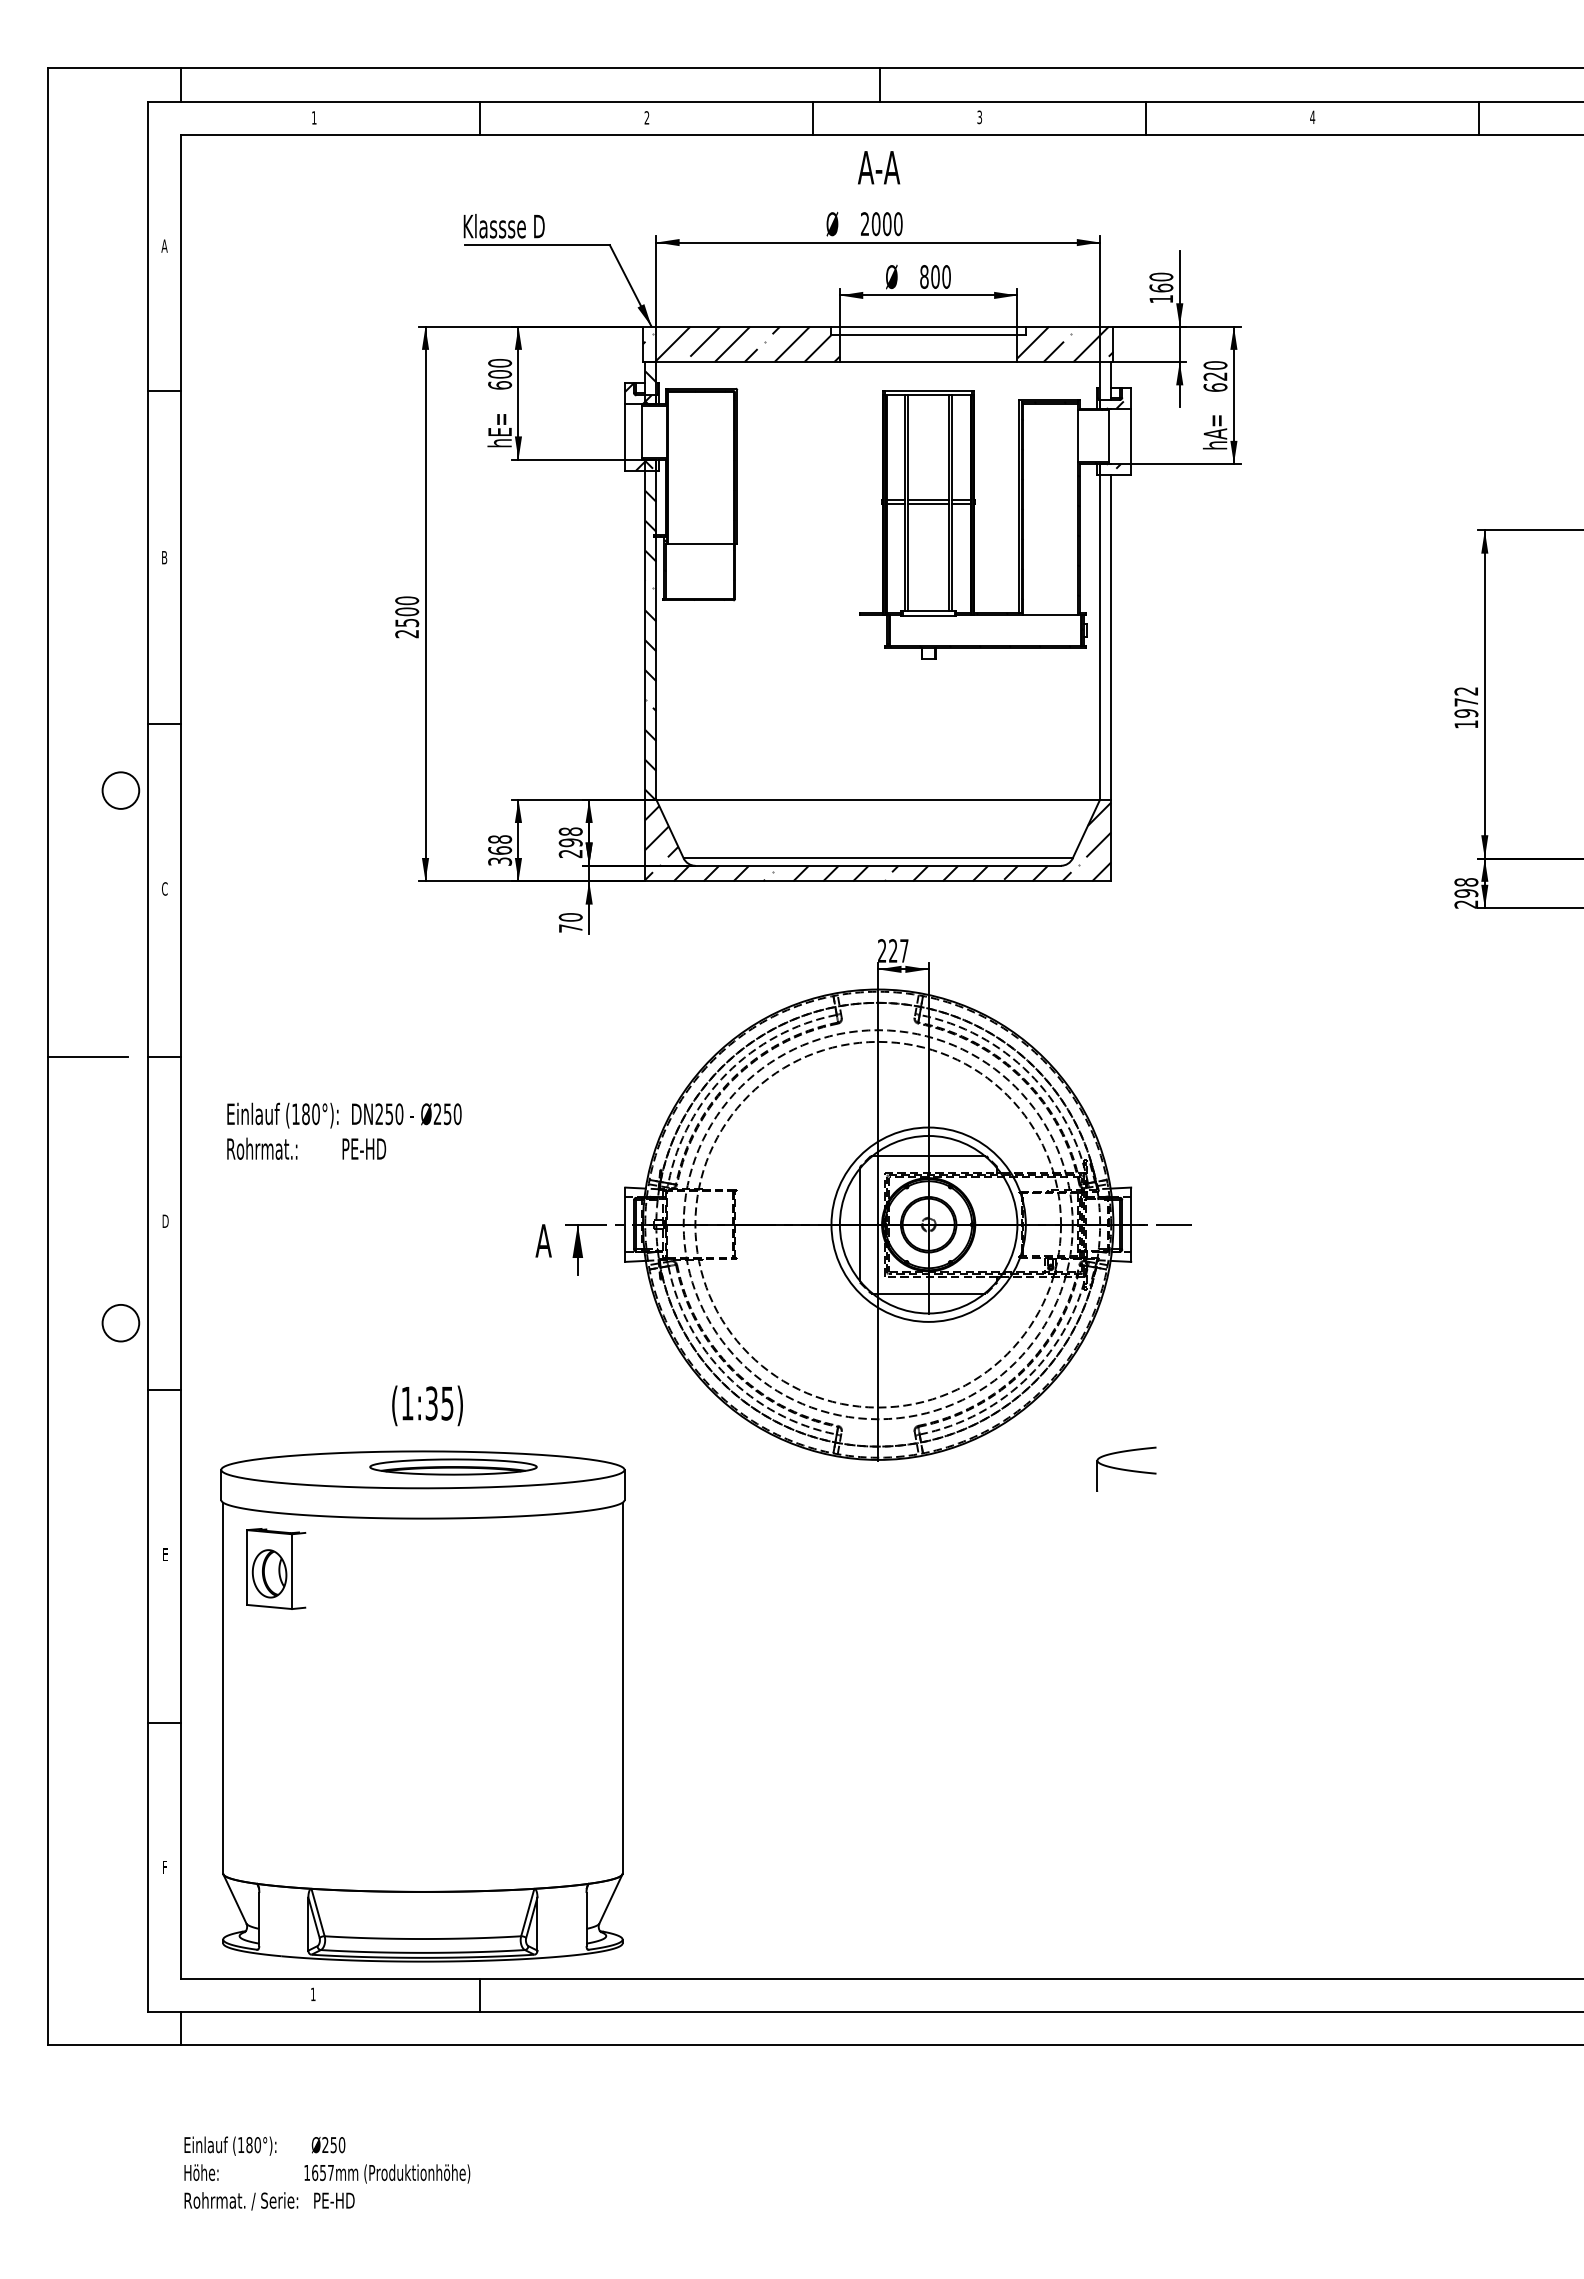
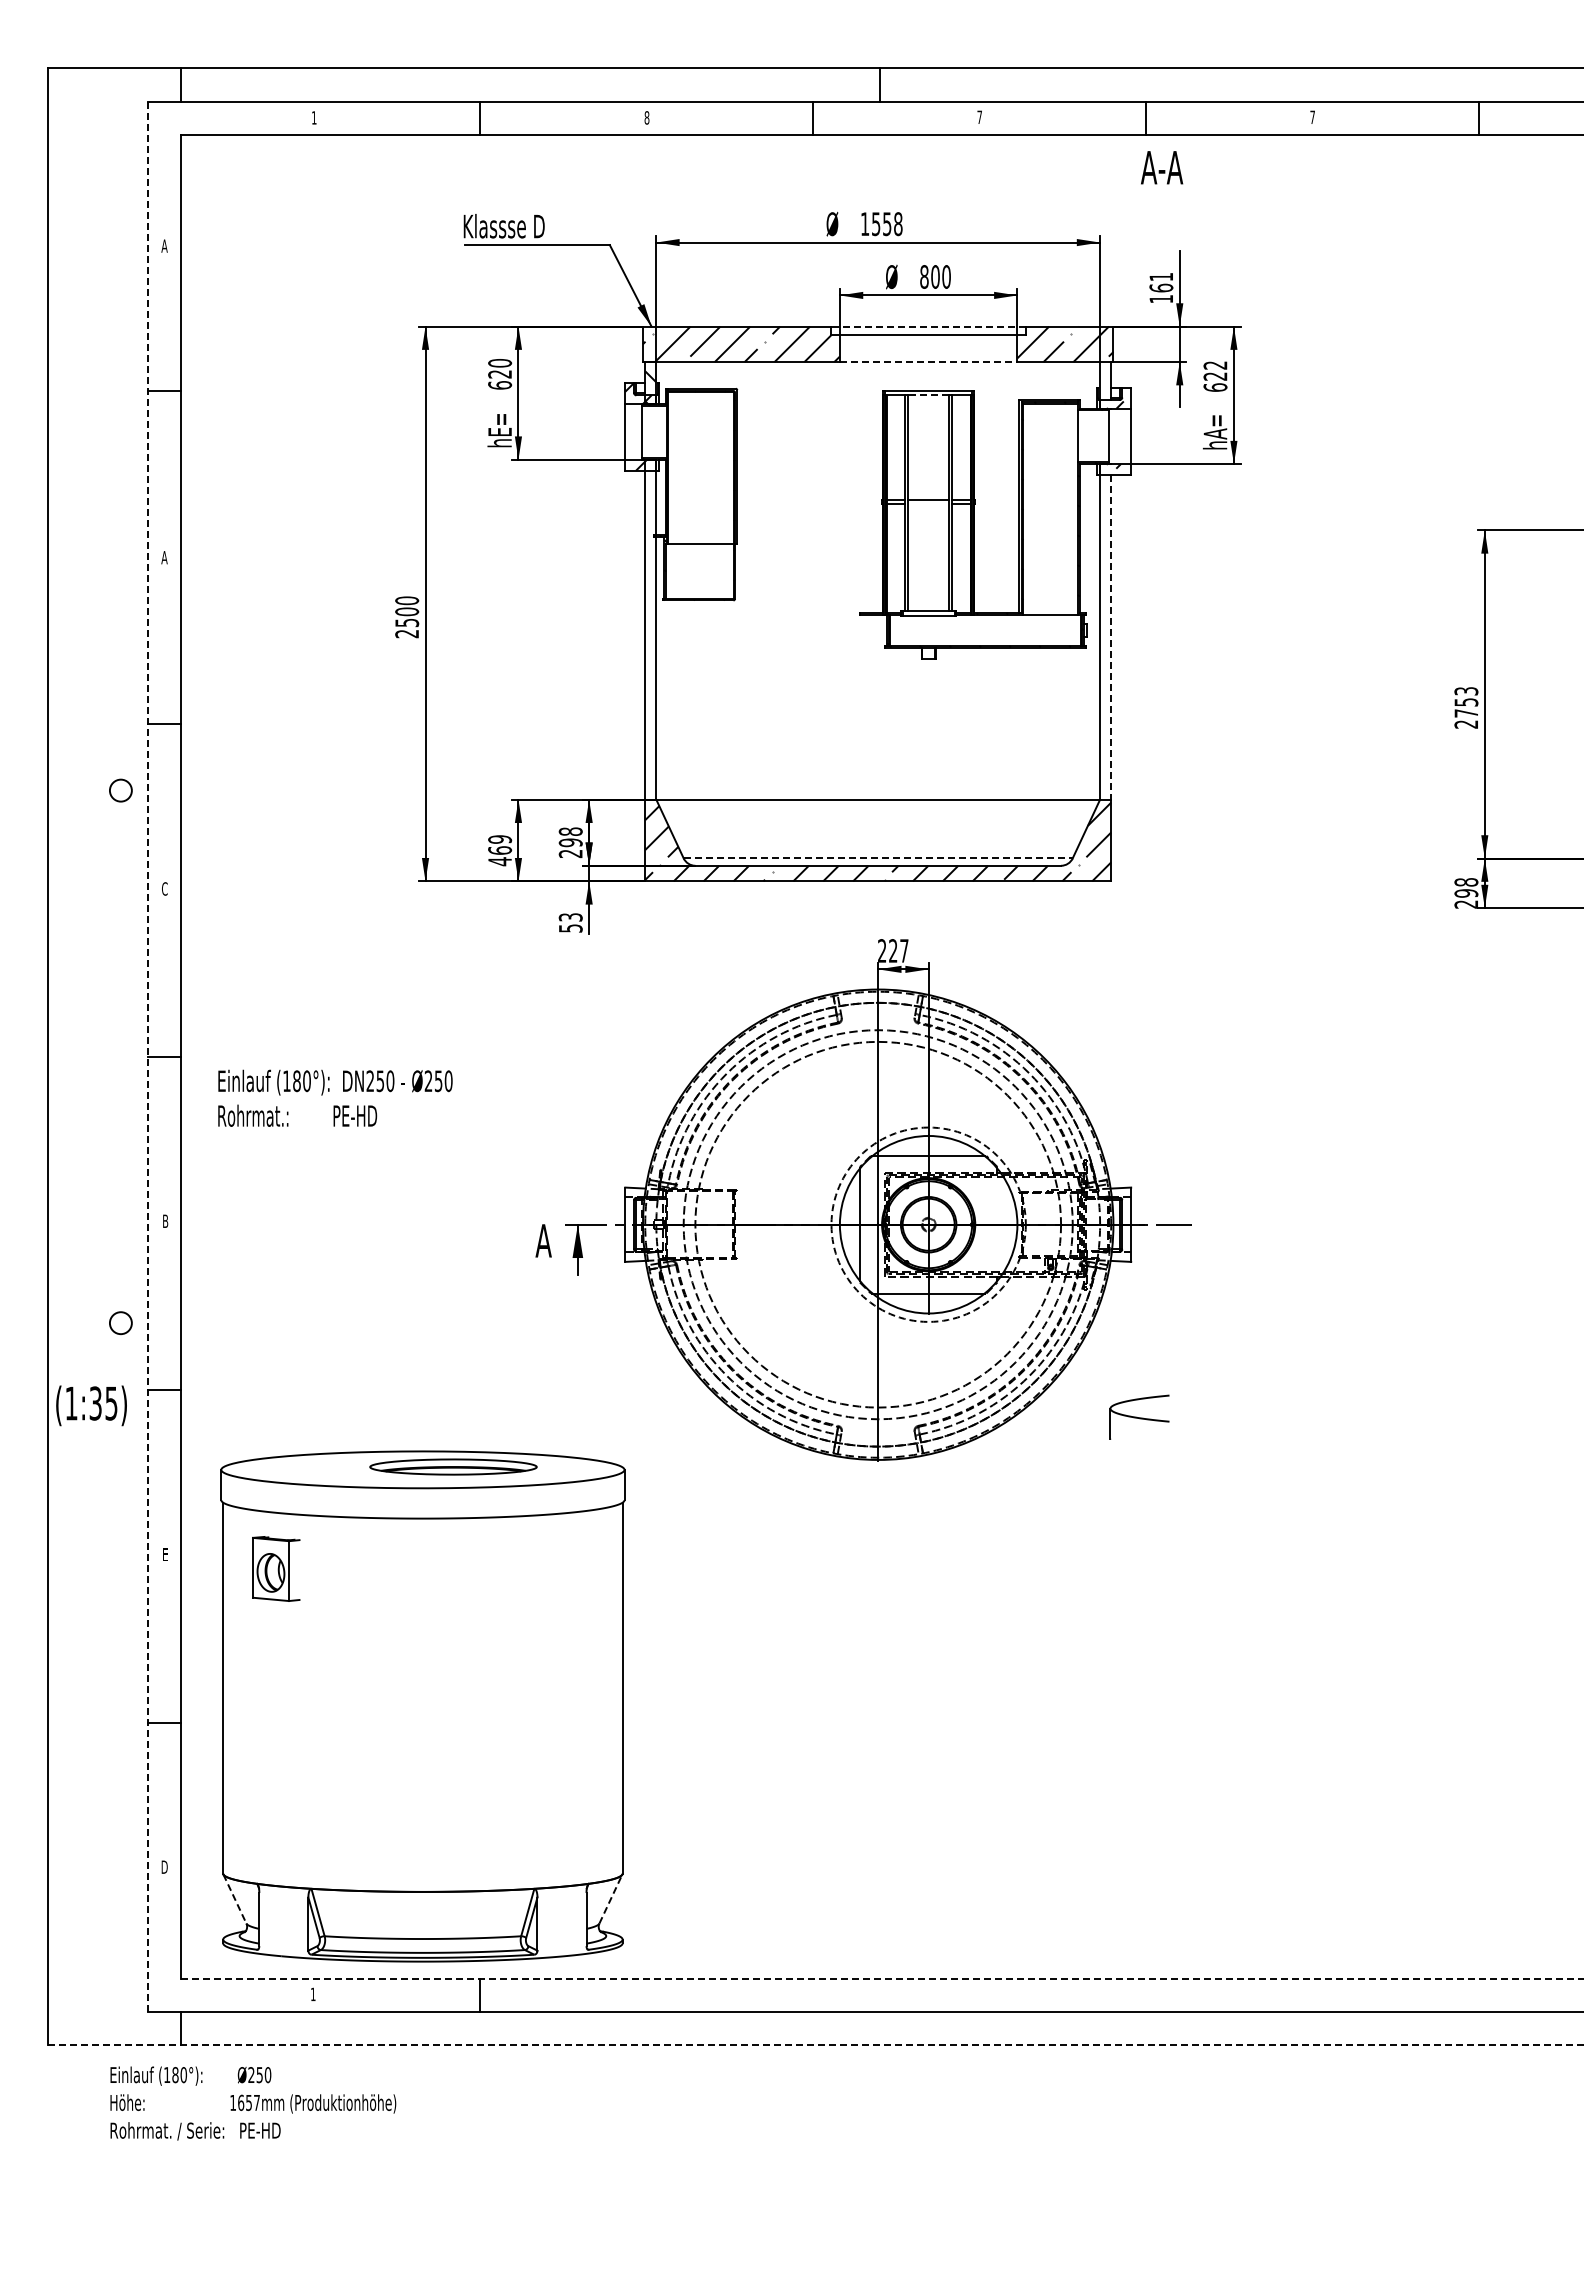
text at (1312, 116): 4 -> 7
text at (646, 117): 2 -> 8
text at (979, 117): 3 -> 7
text at (879, 167) position: (879, 167) -> (1162, 167)
text at (881, 224): 2000 -> 1558
text at (1161, 276): 160 -> 161
line at (928, 326): solid -> dashed
line at (928, 362): solid -> dashed
text at (1215, 365): 620 -> 622
text at (500, 374): 600 -> 620
line at (928, 395): solid -> dashed
line at (928, 504): present -> none
text at (164, 557): B -> A
hatch at (650, 629): present -> none
line at (1111, 637): solid -> dashed
text at (1466, 707): 1972 -> 2753
circle at (120, 790) diameter: 37 px -> 22 px
text at (500, 850): 368 -> 469
line at (878, 858): solid -> dashed
text at (570, 922): 70 -> 53
line at (87, 1056): present -> none
line at (147, 1057): solid -> dashed
text at (344, 1130) position: (344, 1130) -> (335, 1097)
text at (165, 1220): D -> B
circle at (928, 1224): solid -> dashed
circle at (120, 1322) diameter: 37 px -> 22 px
text at (427, 1405) position: (427, 1405) -> (91, 1405)
part at (1126, 1468) position: (1126, 1468) -> (1139, 1416)
part at (276, 1568) size: 61x82 px -> 49x66 px
text at (164, 1866): F -> D
line at (611, 1898): solid -> dashed
line at (235, 1899): solid -> dashed
line at (882, 1978): solid -> dashed
line at (815, 2045): solid -> dashed
text at (327, 2173) position: (327, 2173) -> (253, 2103)
